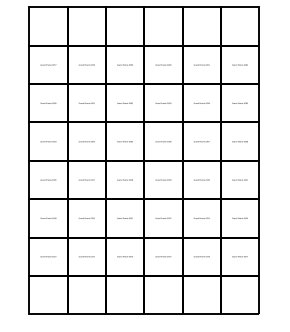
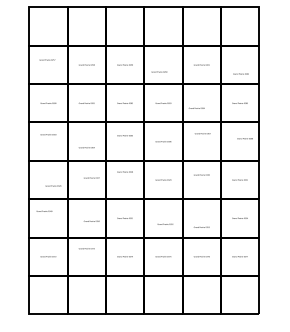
text at (48, 64) position: (48, 64) -> (47, 59)
text at (163, 64) position: (163, 64) -> (159, 71)
text at (239, 64) position: (239, 64) -> (240, 73)
text at (201, 102) position: (201, 102) -> (196, 107)
text at (48, 141) position: (48, 141) -> (48, 134)
text at (86, 141) position: (86, 141) -> (86, 147)
text at (124, 141) position: (124, 141) -> (124, 135)
text at (201, 141) position: (201, 141) -> (202, 133)
text at (239, 141) position: (239, 141) -> (244, 138)
text at (48, 179) position: (48, 179) -> (53, 185)
text at (86, 179) position: (86, 179) -> (91, 177)
text at (124, 179) position: (124, 179) -> (124, 171)
text at (201, 179) position: (201, 179) -> (201, 174)
text at (48, 217) position: (48, 217) -> (44, 210)
text at (86, 217) position: (86, 217) -> (91, 220)
text at (163, 217) position: (163, 217) -> (165, 223)
text at (201, 217) position: (201, 217) -> (201, 226)
text at (86, 256) position: (86, 256) -> (86, 248)
